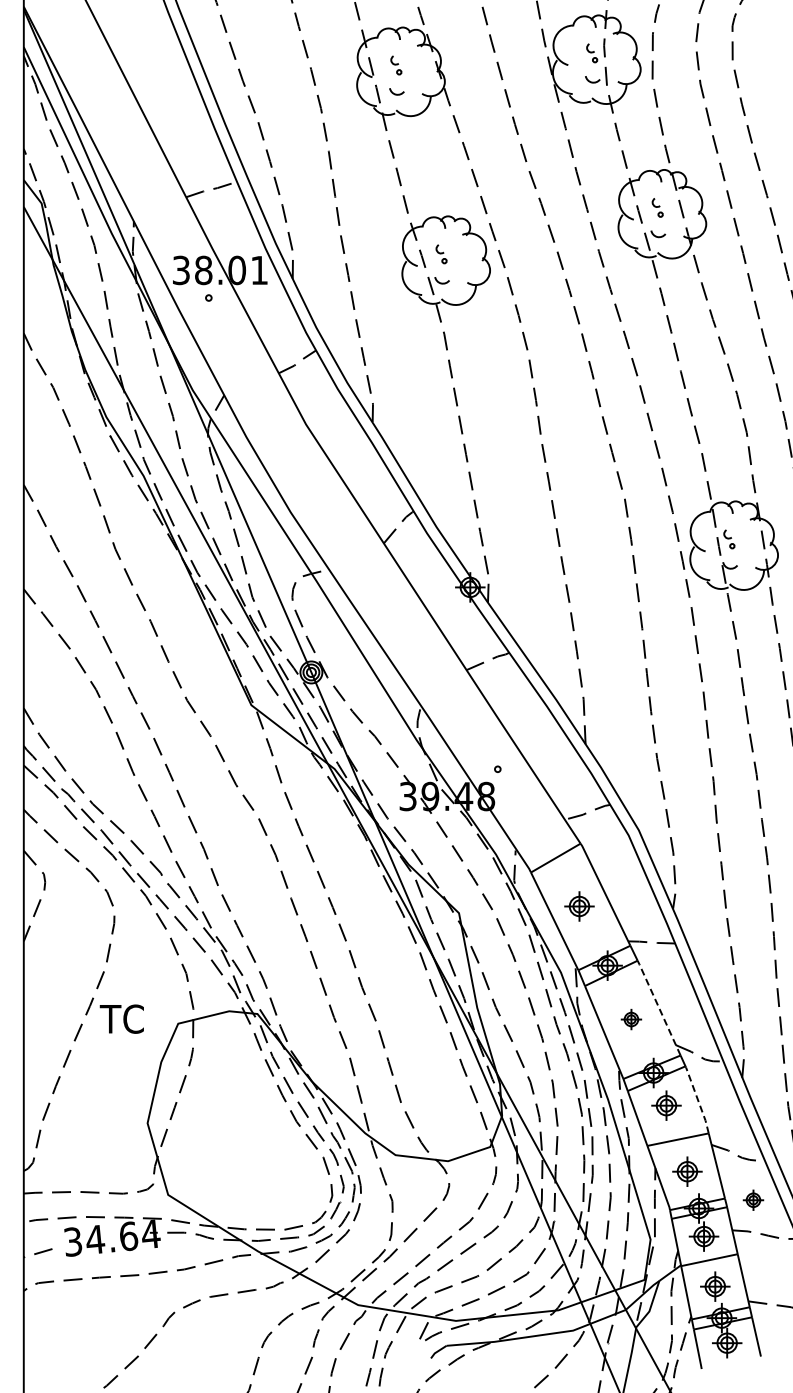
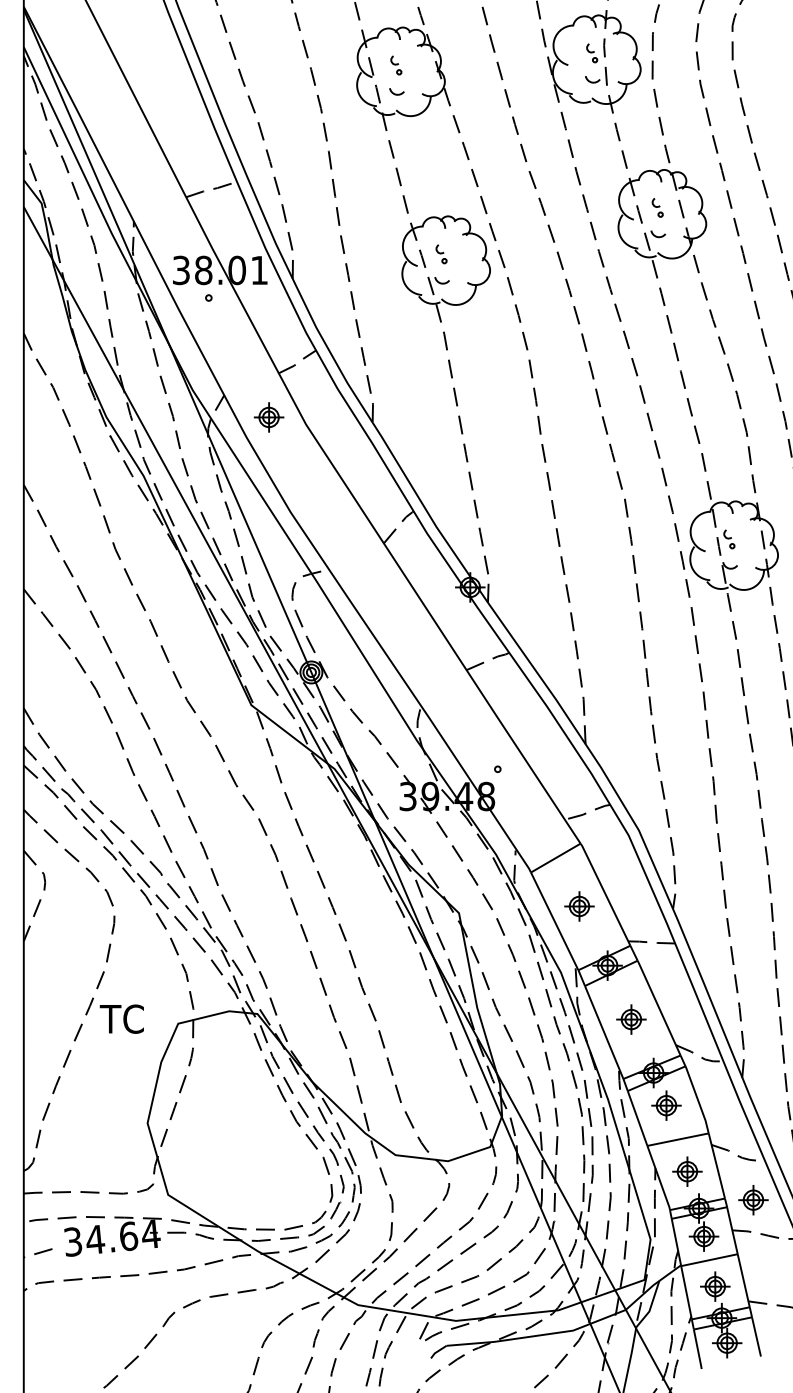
part at (268, 417): none -> present
line at (658, 1007): dashed -> solid
part at (631, 1019) size: 23x23 px -> 31x31 px
line at (697, 1099): dashed -> solid
part at (753, 1199) size: 23x22 px -> 31x31 px
